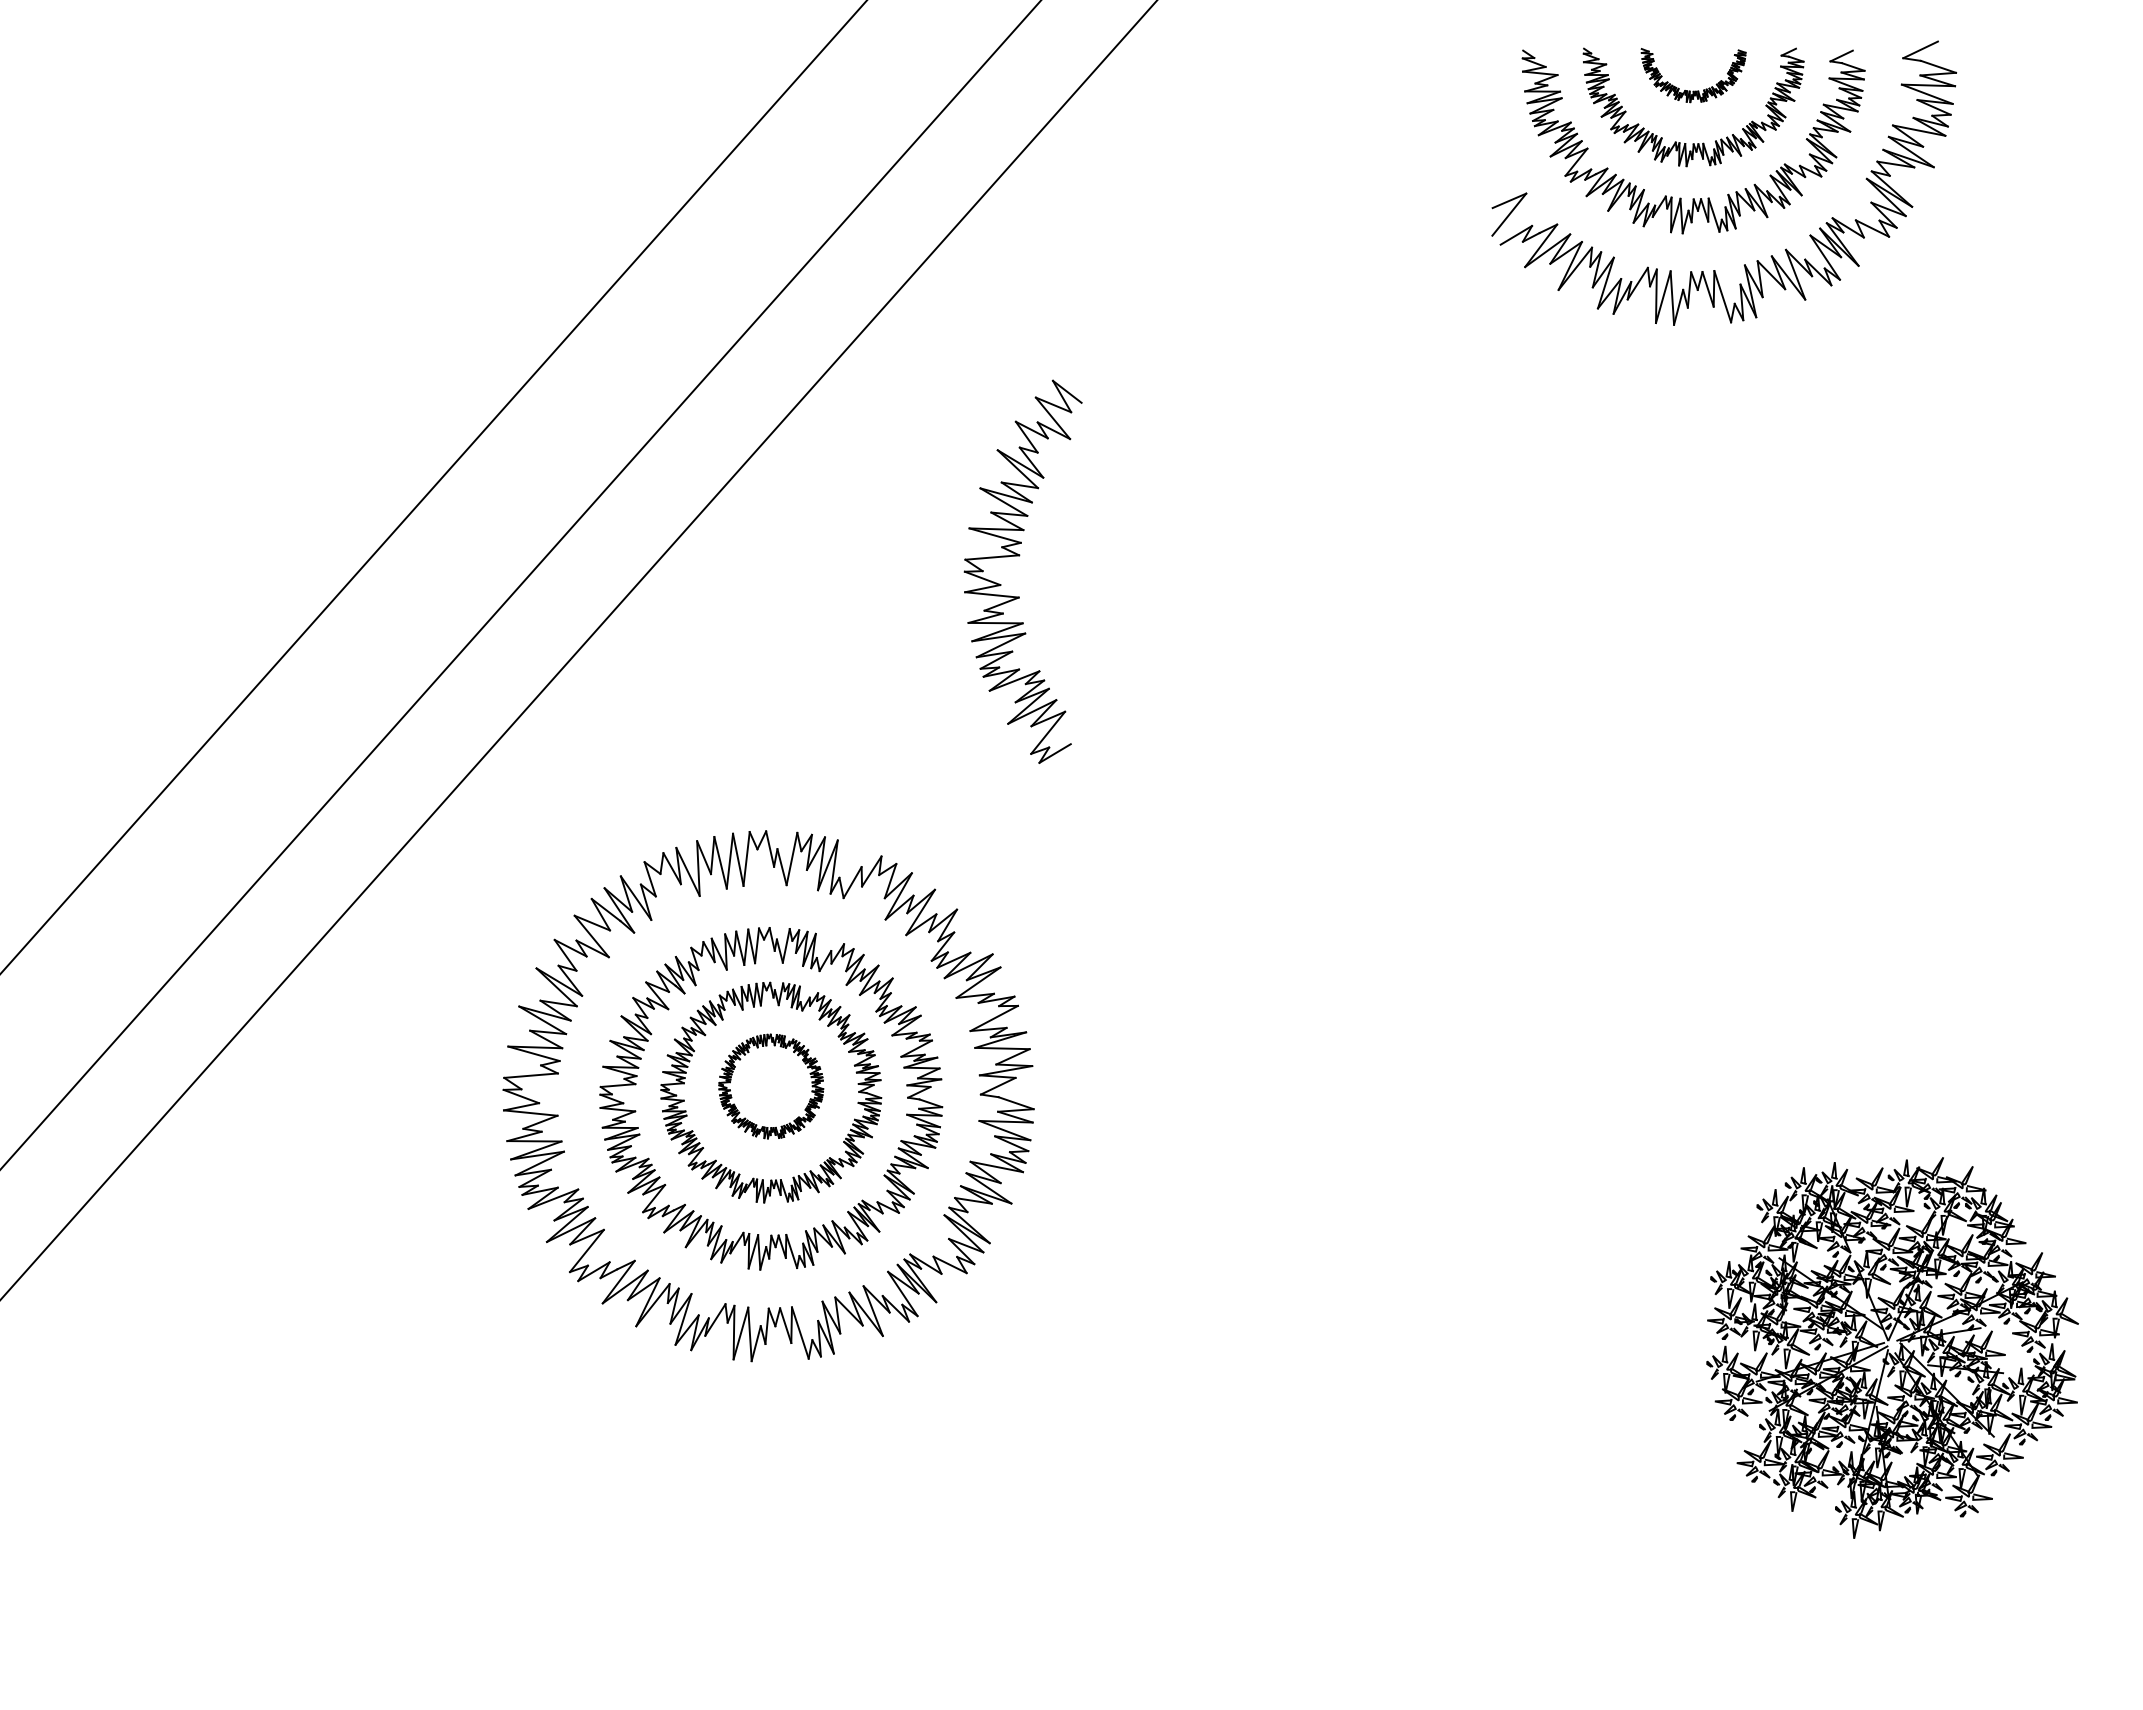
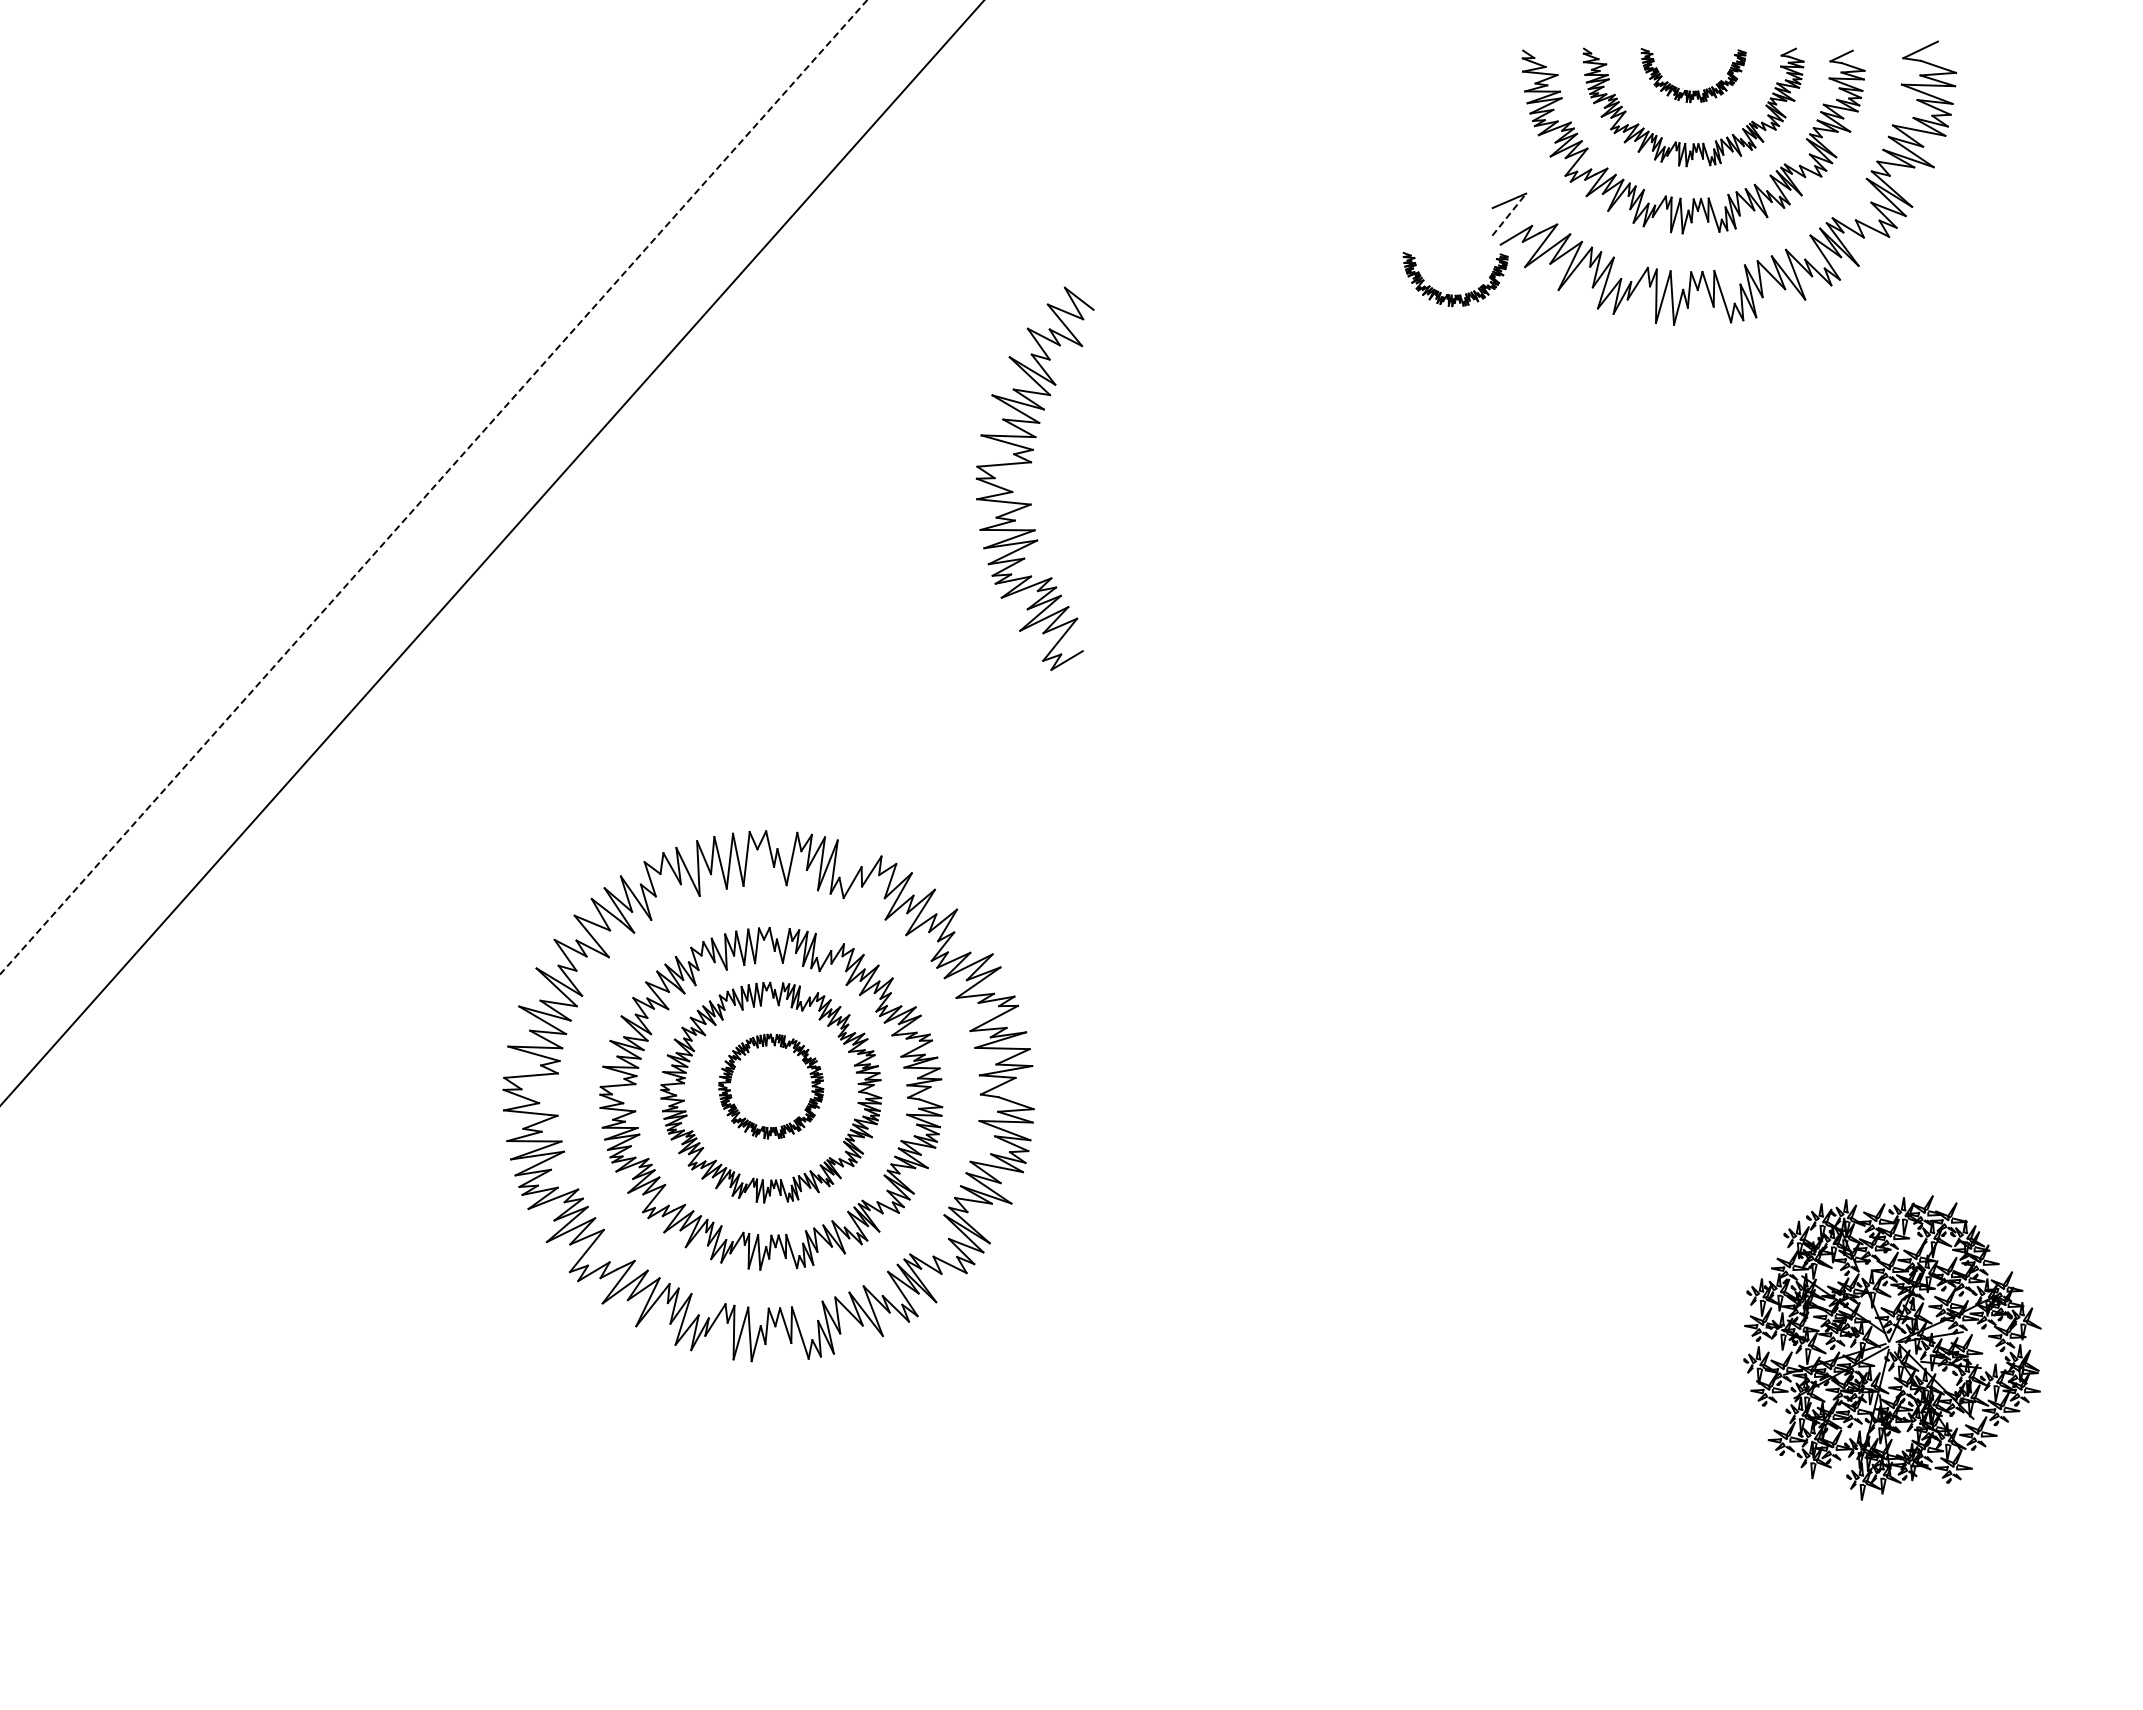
line at (1509, 214): solid -> dashed
part at (1455, 294): none -> present
line at (433, 487): solid -> dashed
part at (1019, 556) position: (1019, 556) -> (1031, 463)
line at (520, 584) position: (520, 584) -> (492, 552)
line at (578, 649): present -> none
part at (1892, 1347) size: 373x382 px -> 299x306 px
